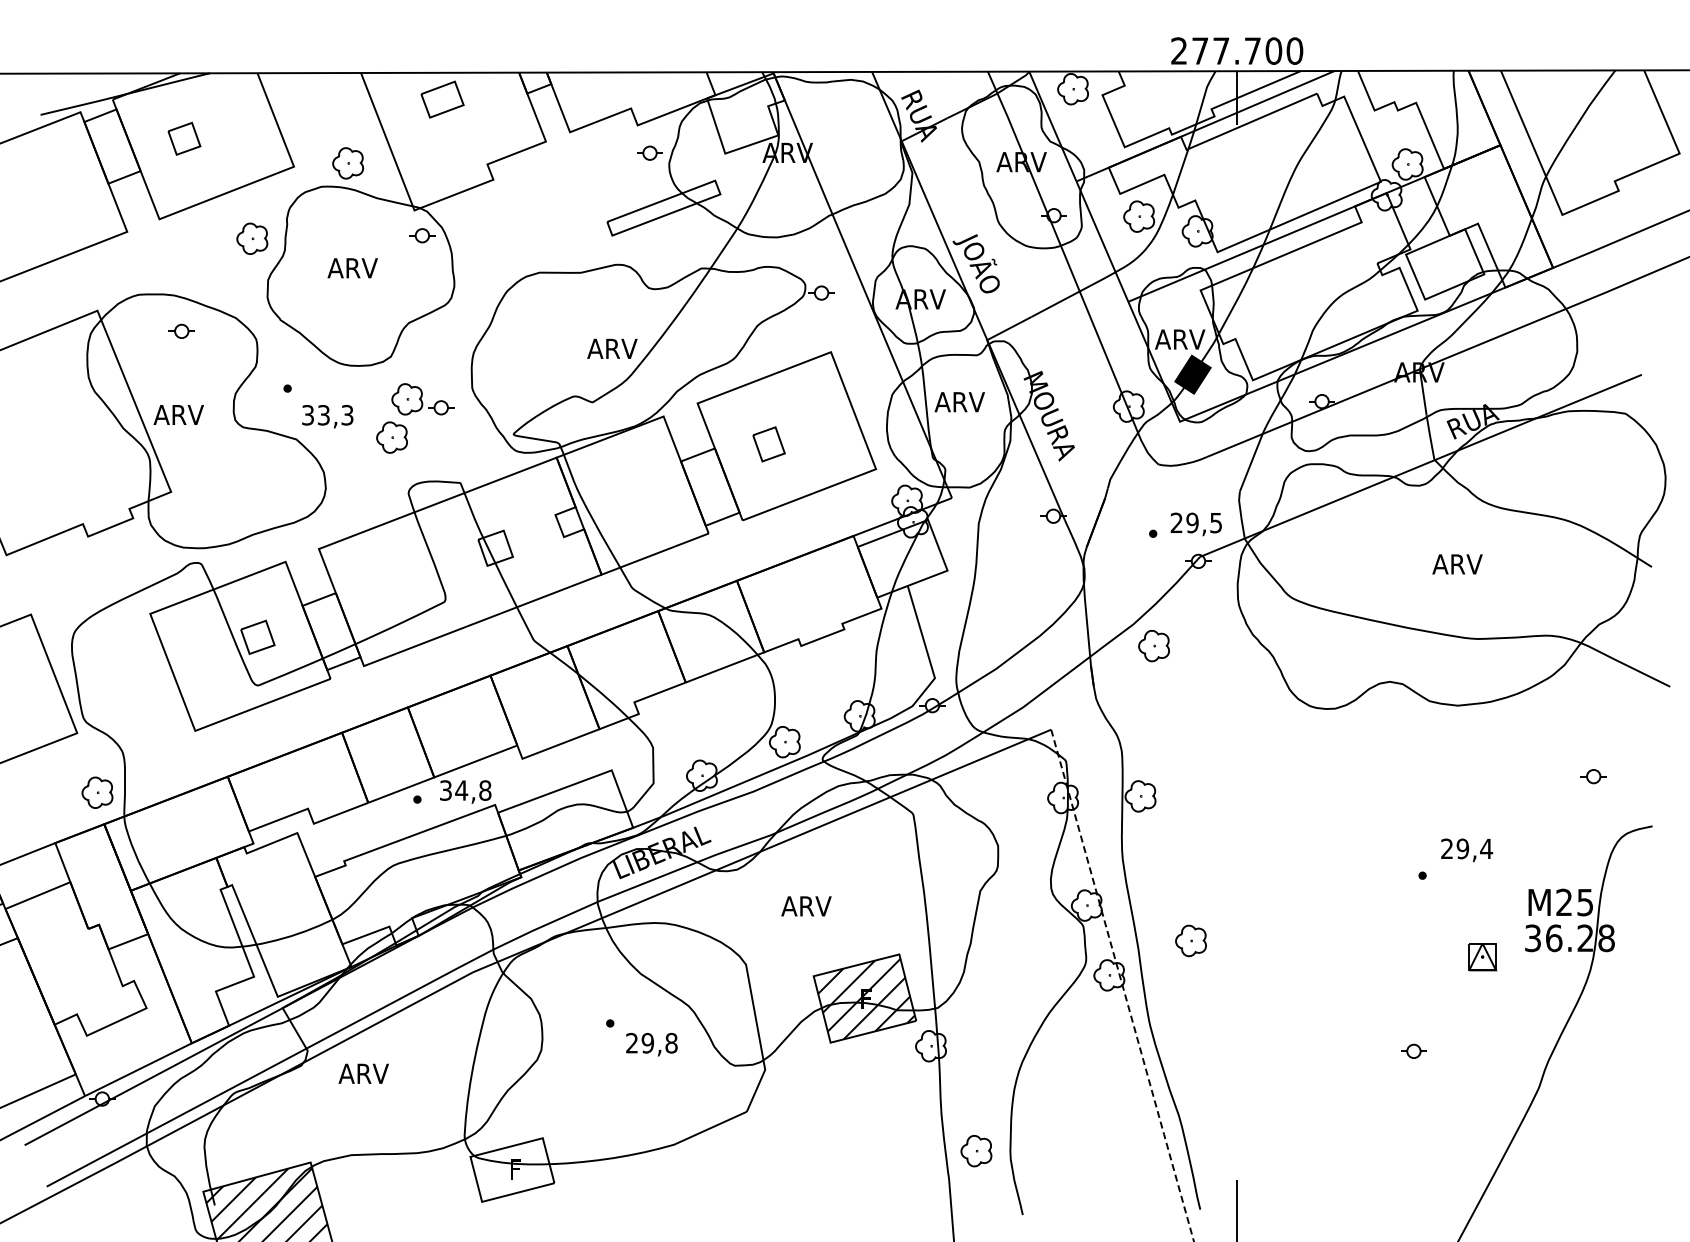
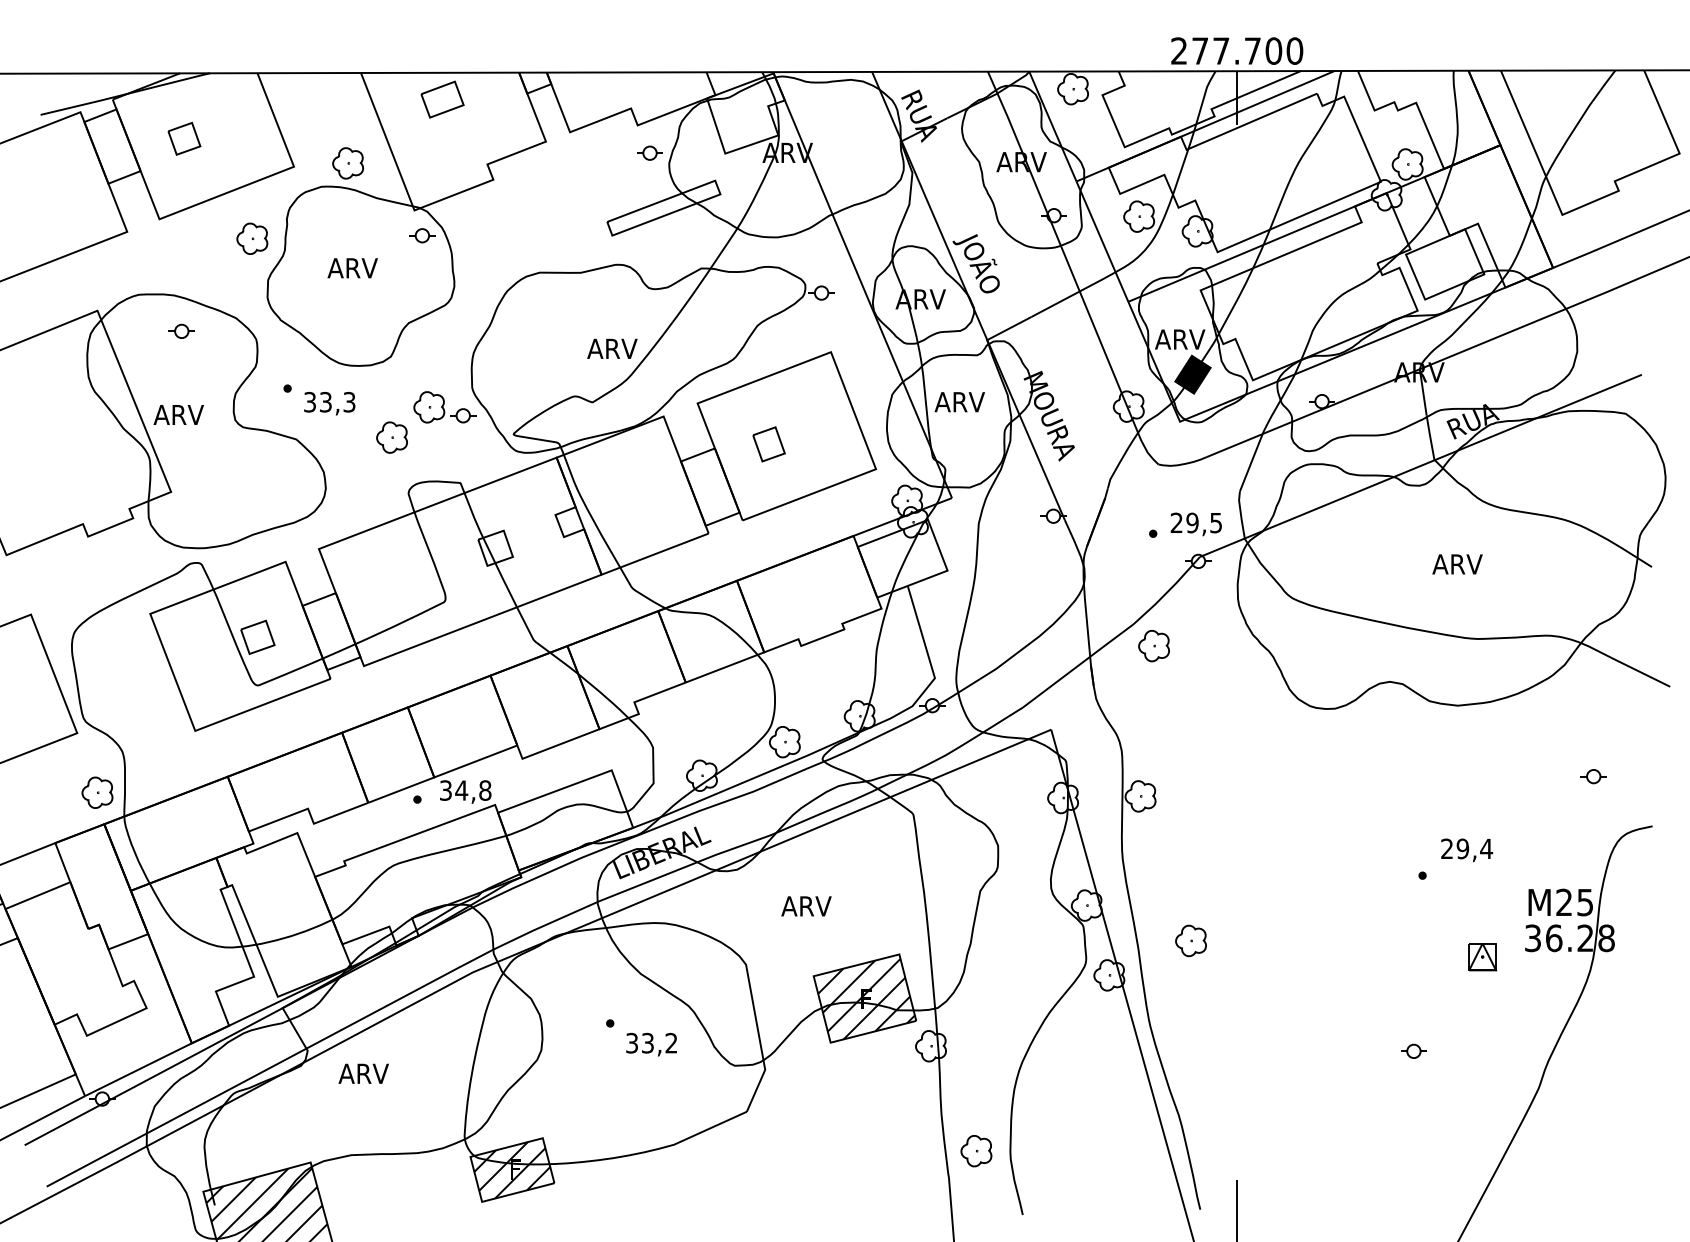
part at (422, 399) position: (422, 399) -> (444, 407)
text at (327, 416) position: (327, 416) -> (329, 403)
line at (1122, 986): dashed -> solid
text at (651, 1043): 29,8 -> 33,2
hatch at (512, 1170): none -> present
